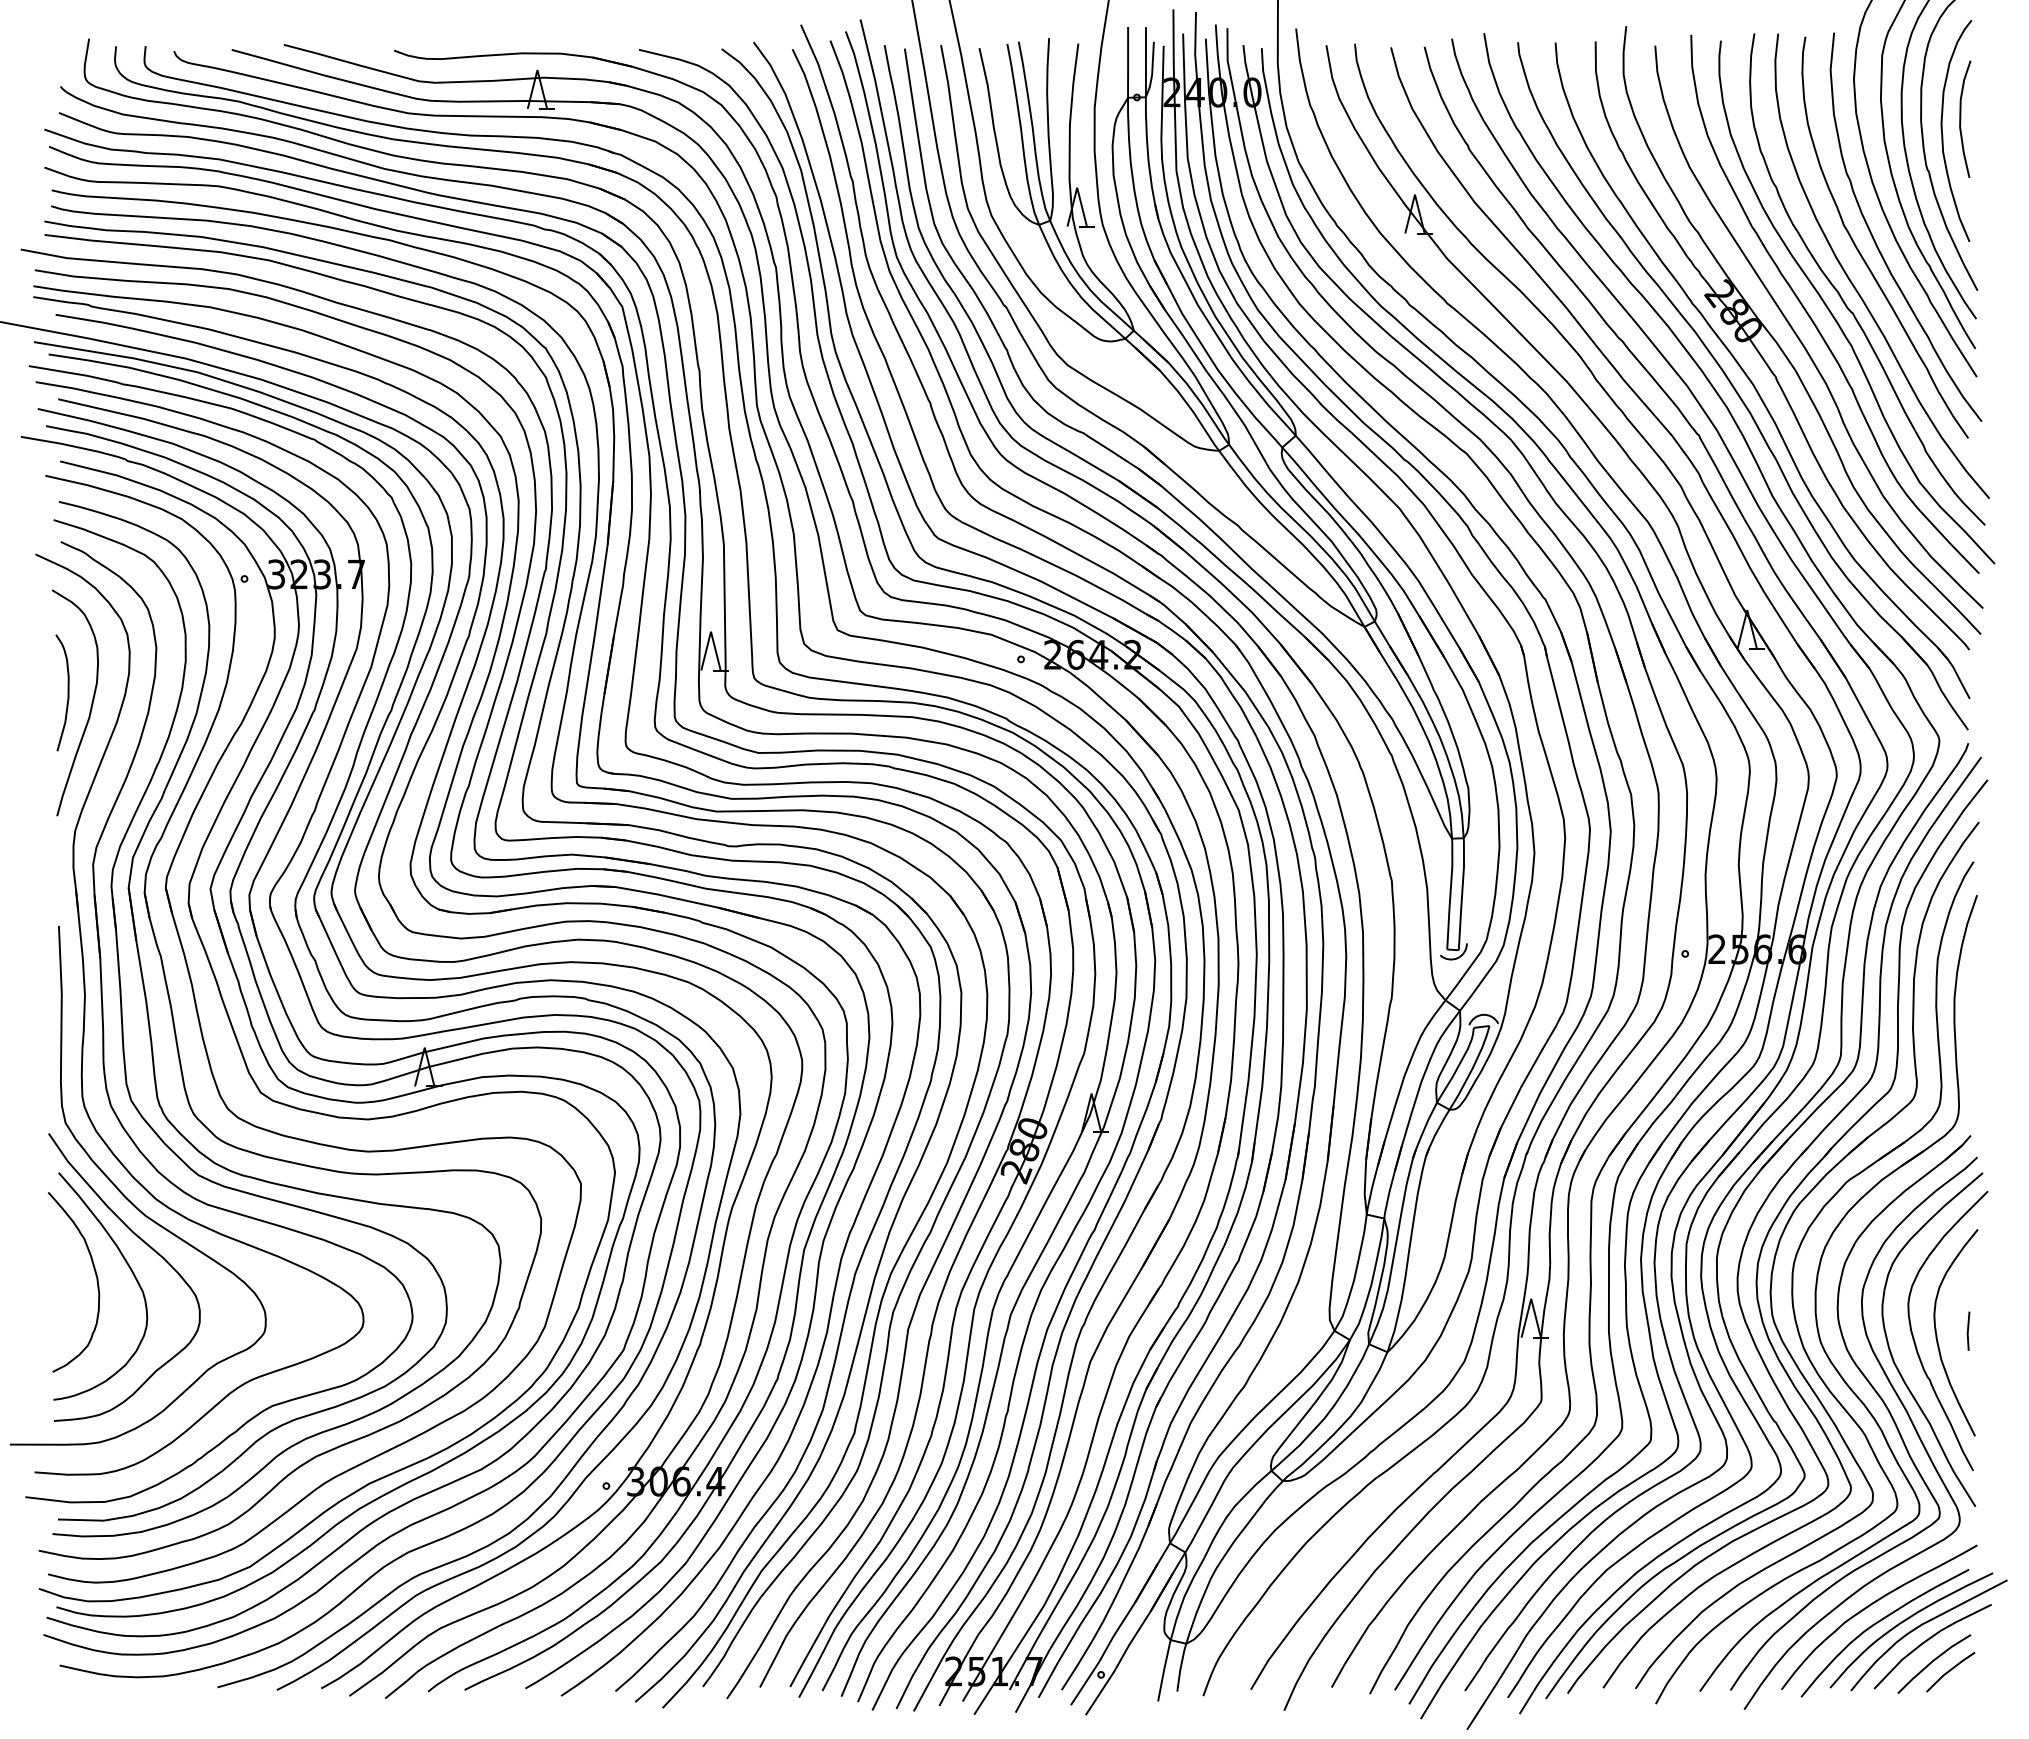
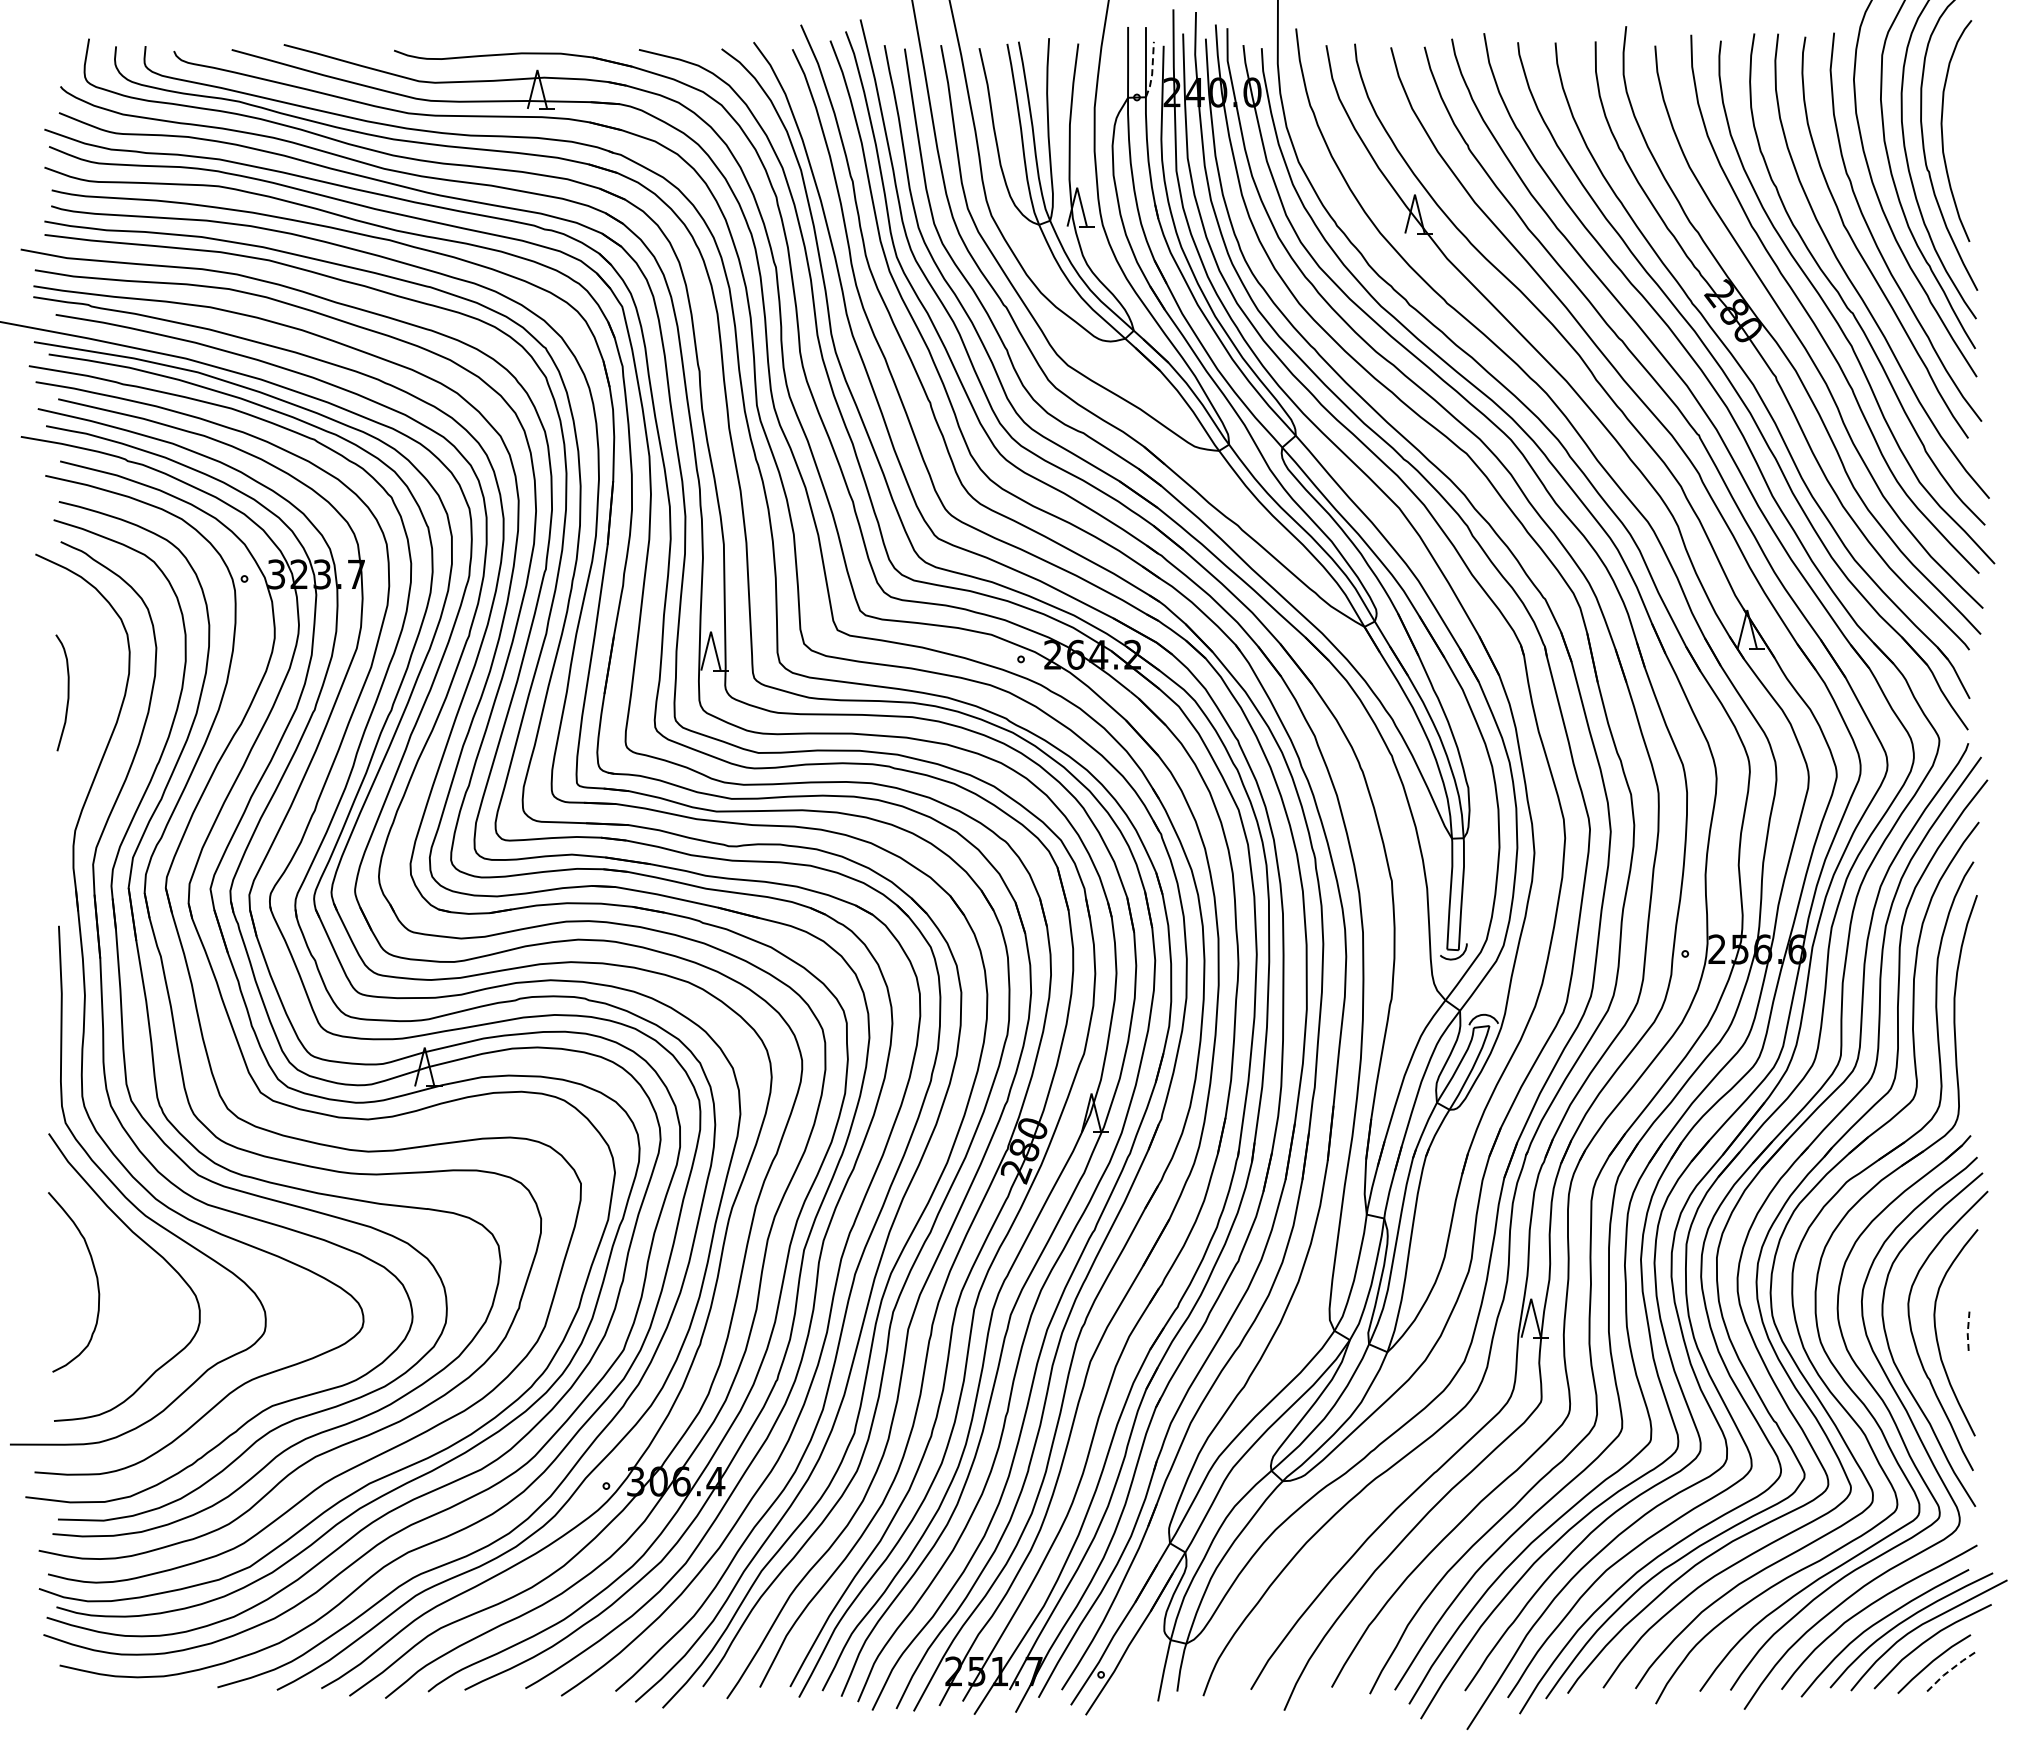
line at (1152, 71): solid -> dashed
curve at (1961, 118): present -> none
curve at (90, 706): present -> none
curve at (128, 1267): present -> none
line at (1967, 1331): solid -> dashed
line at (1949, 1670): solid -> dashed
